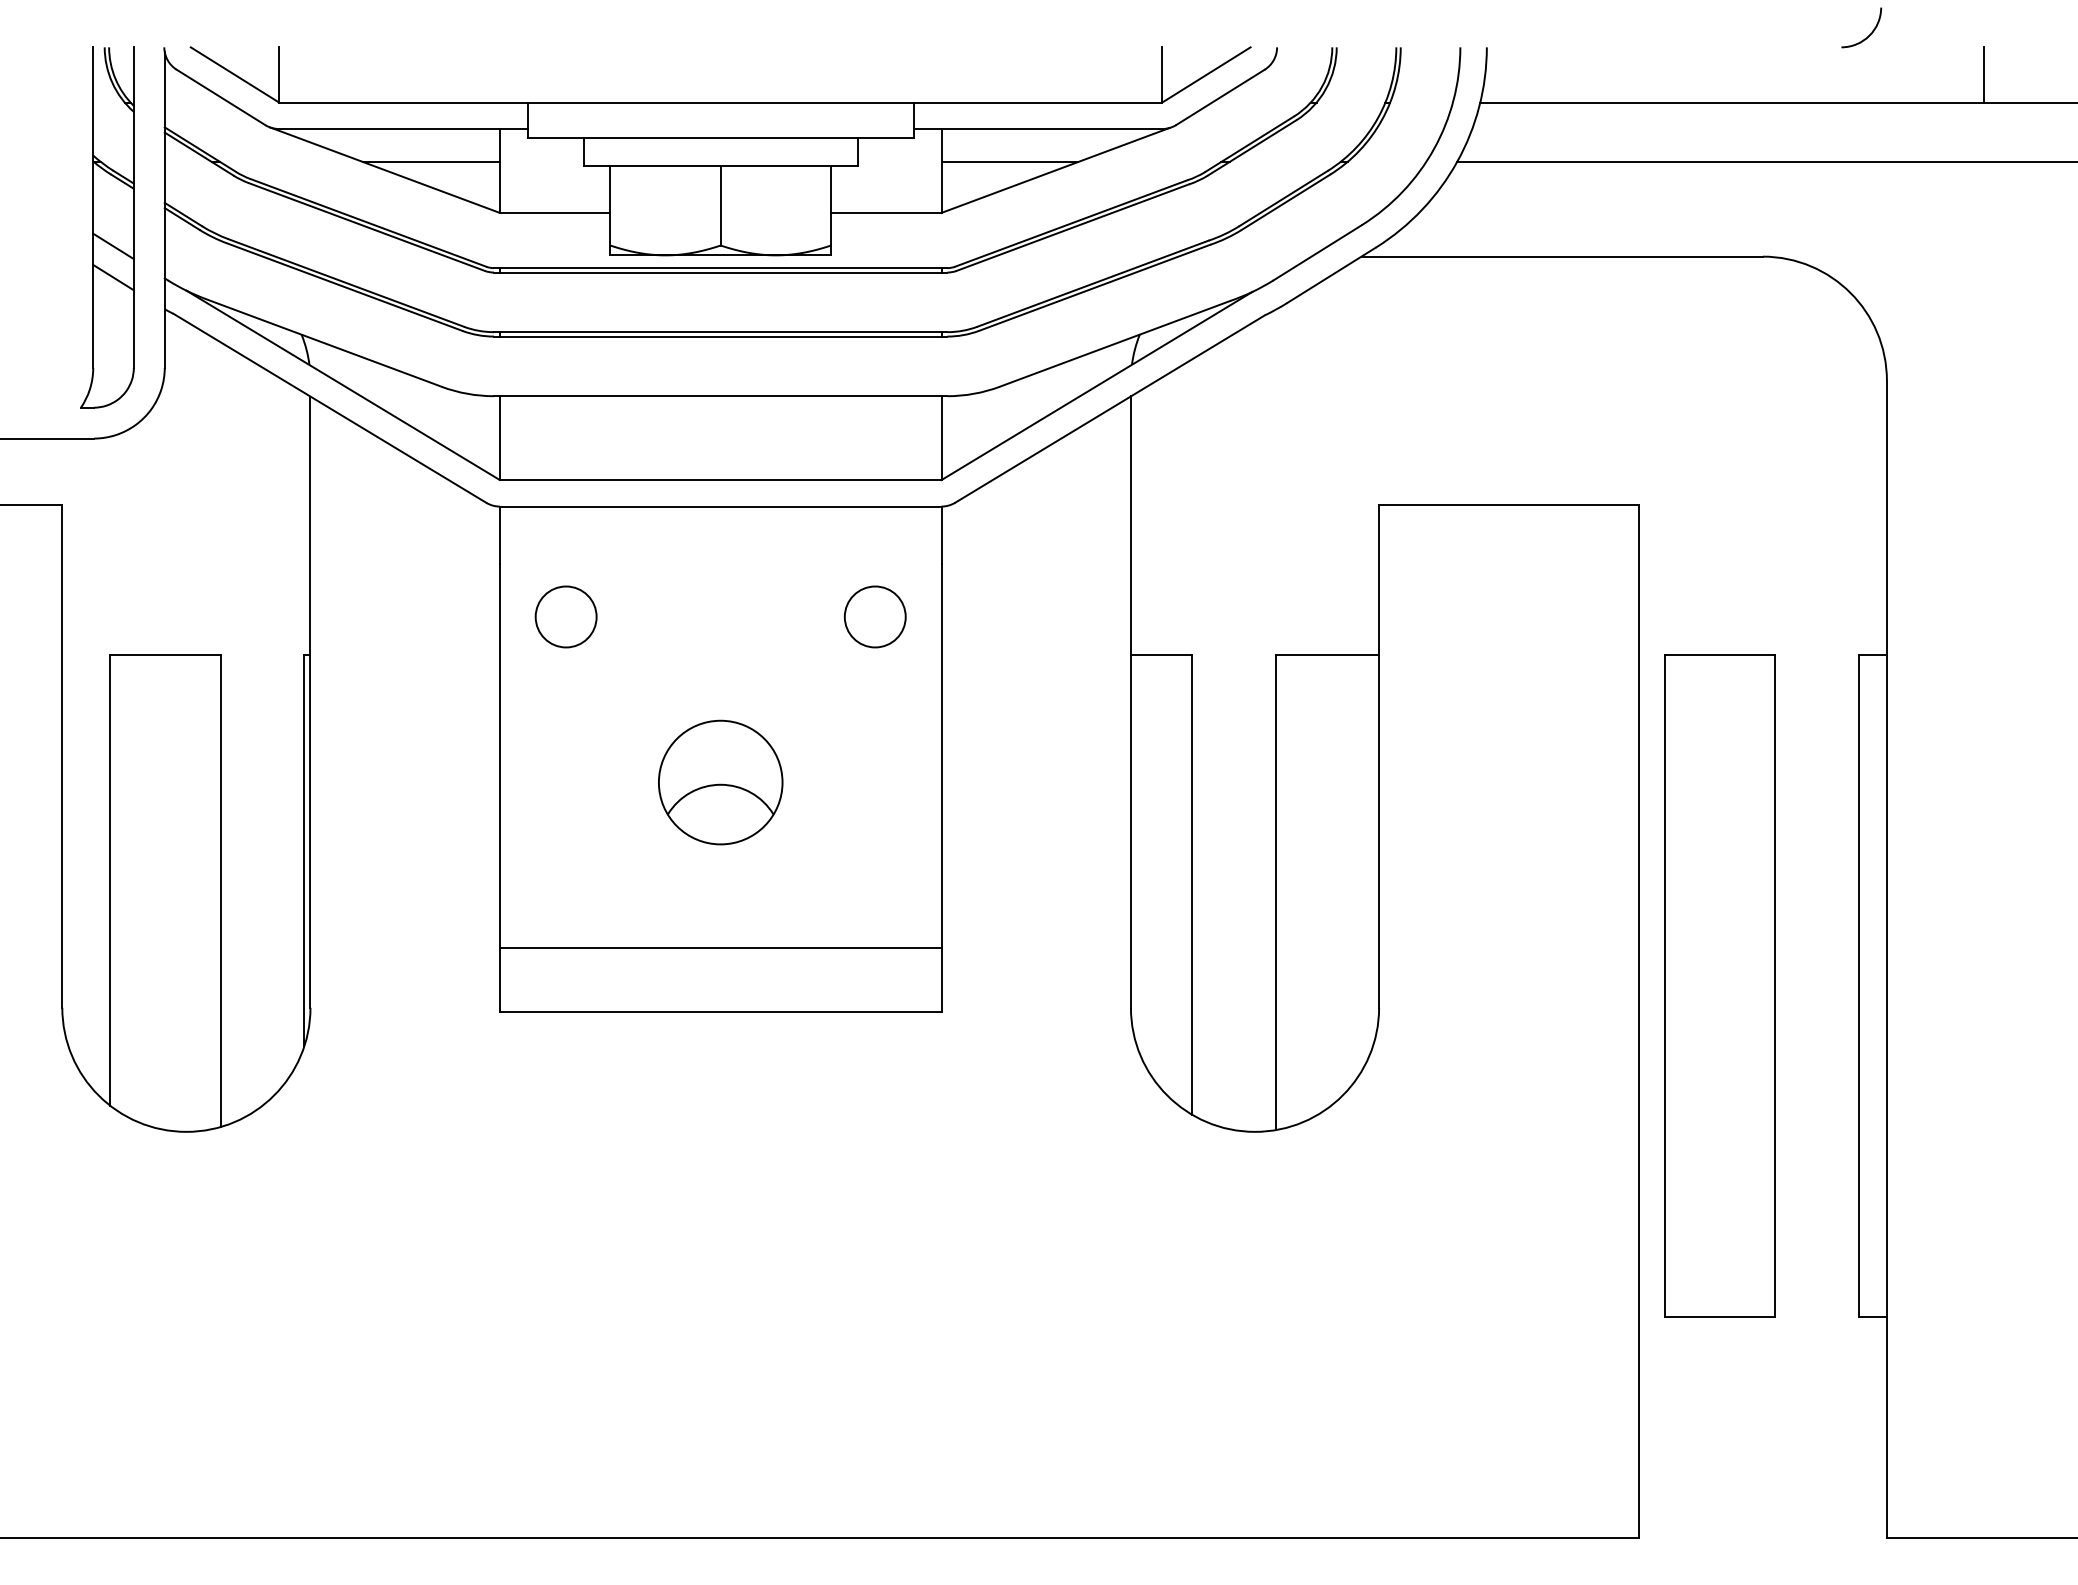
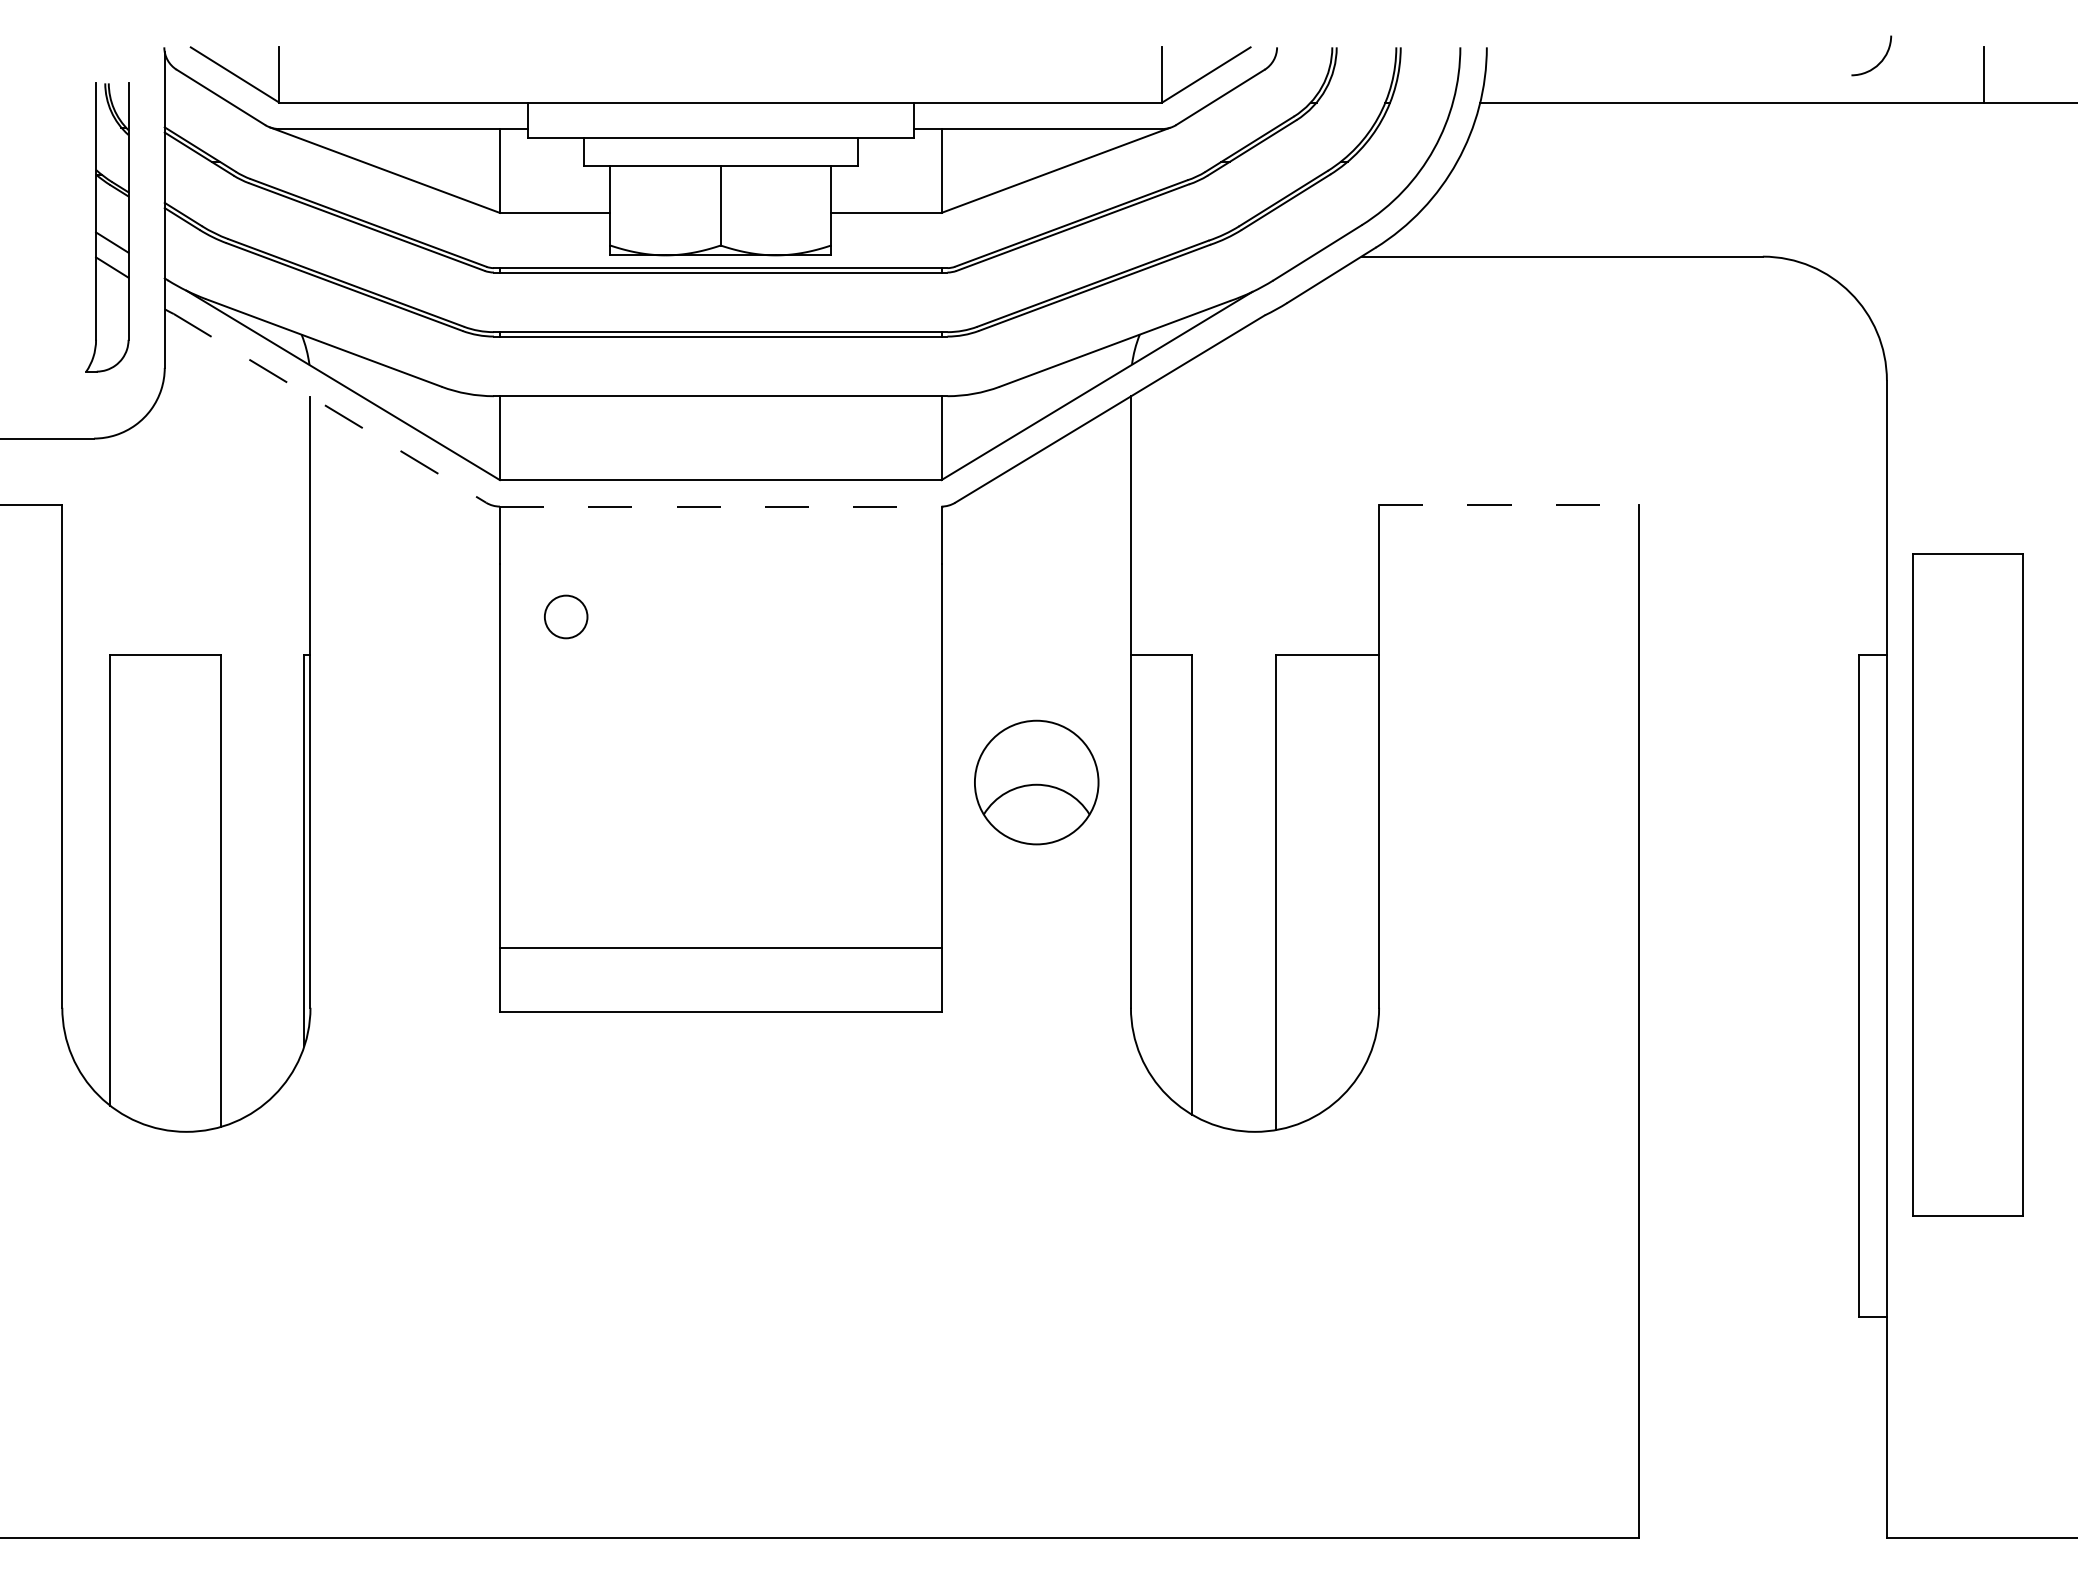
arc at (1869, 34) position: (1869, 34) -> (1879, 62)
line at (430, 161): present -> none
line at (1009, 161): present -> none
line at (1765, 161): present -> none
part at (107, 227) size: 55x363 px -> 45x291 px
line at (330, 408): solid -> dashed
line at (1508, 504): solid -> dashed
line at (720, 506): solid -> dashed
circle at (565, 616) diameter: 61 px -> 43 px
circle at (874, 616): present -> none
part at (720, 782) position: (720, 782) -> (1036, 782)
part at (1719, 985) position: (1719, 985) -> (1967, 884)
